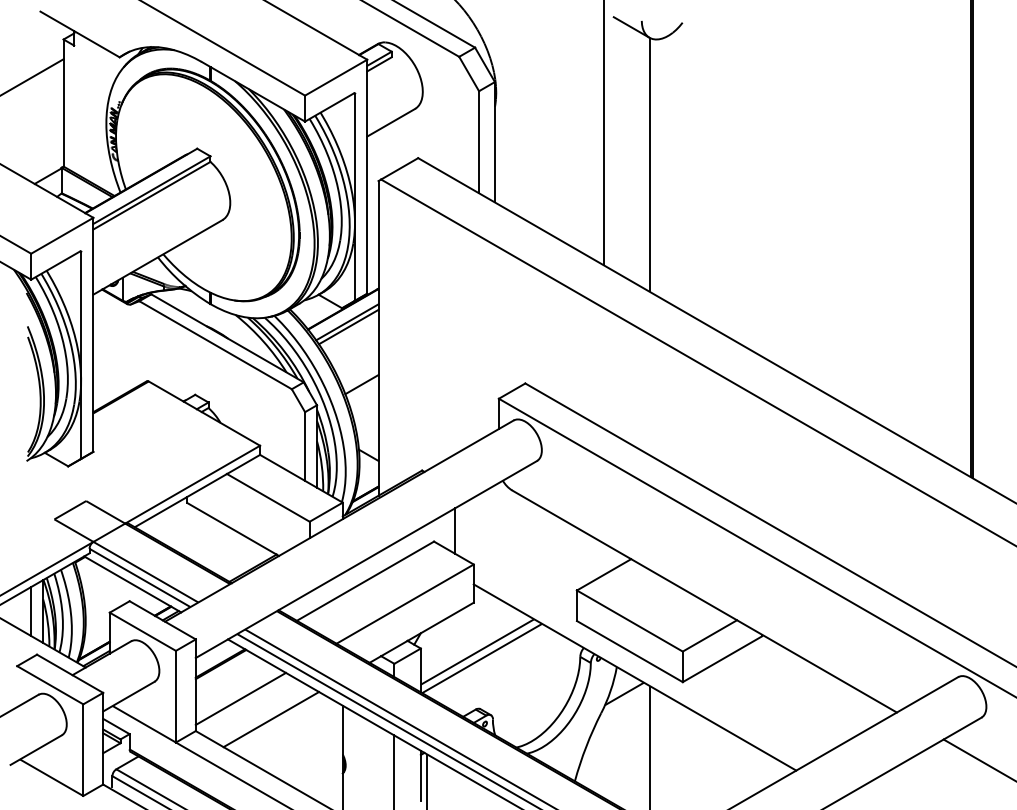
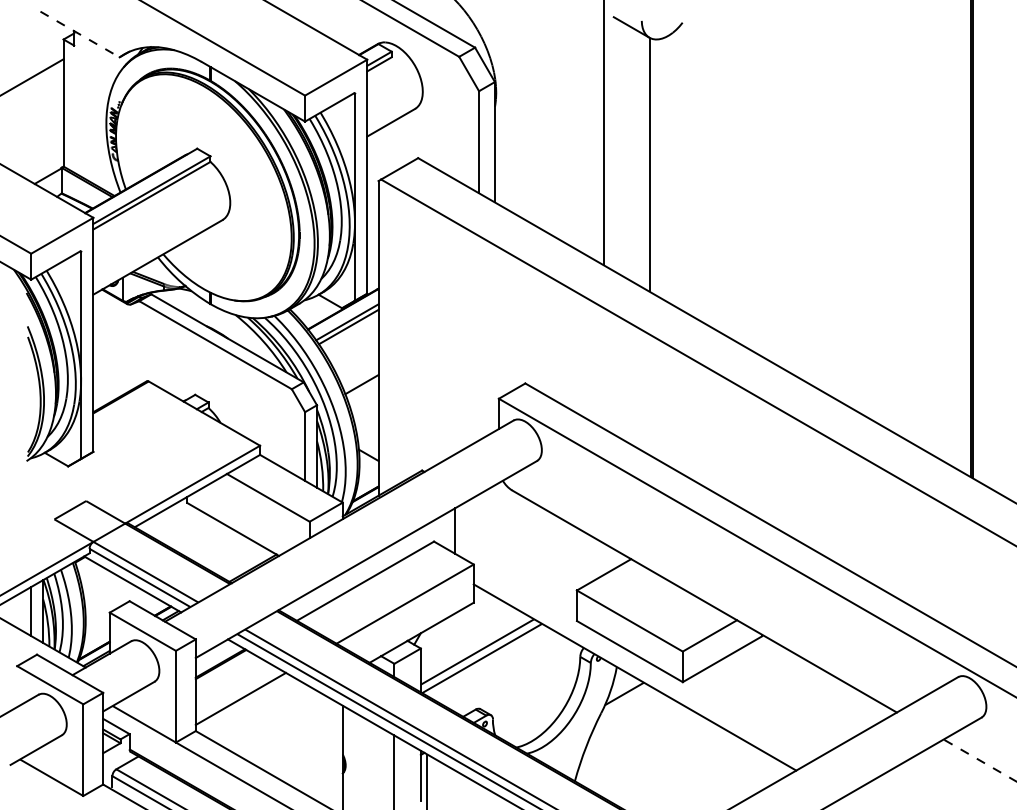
line at (80, 34): solid -> dashed
line at (271, 719): present -> none
line at (650, 746): present -> none
line at (979, 760): solid -> dashed
